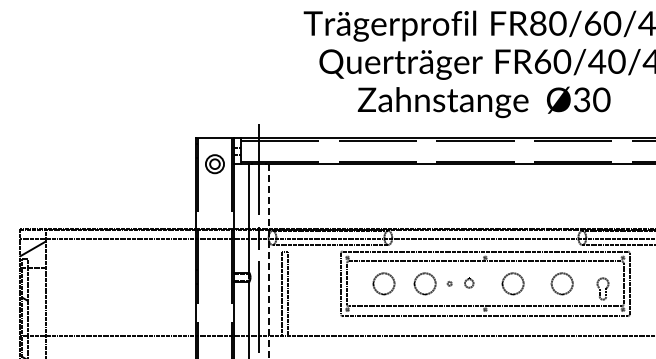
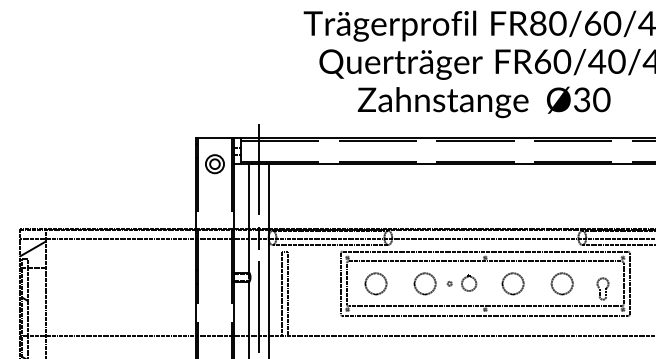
line at (268, 262): dashed -> solid
part at (469, 282) size: 11x12 px -> 17x18 px
part at (383, 283) position: (383, 283) -> (375, 283)
